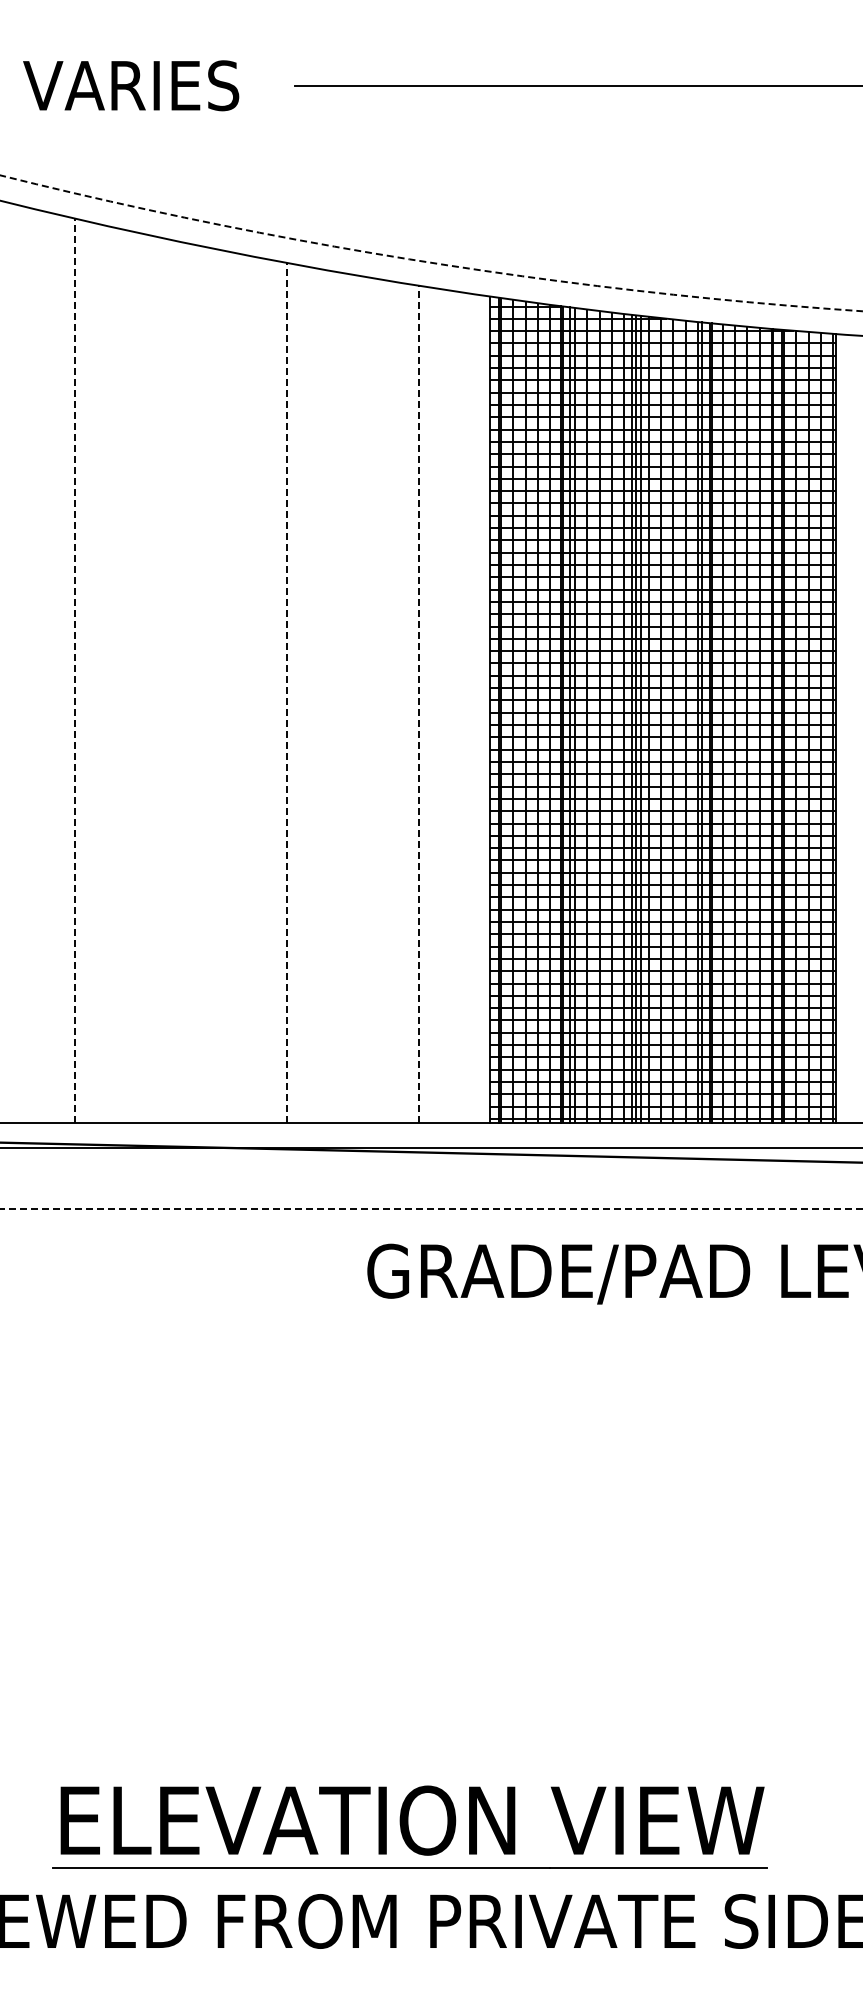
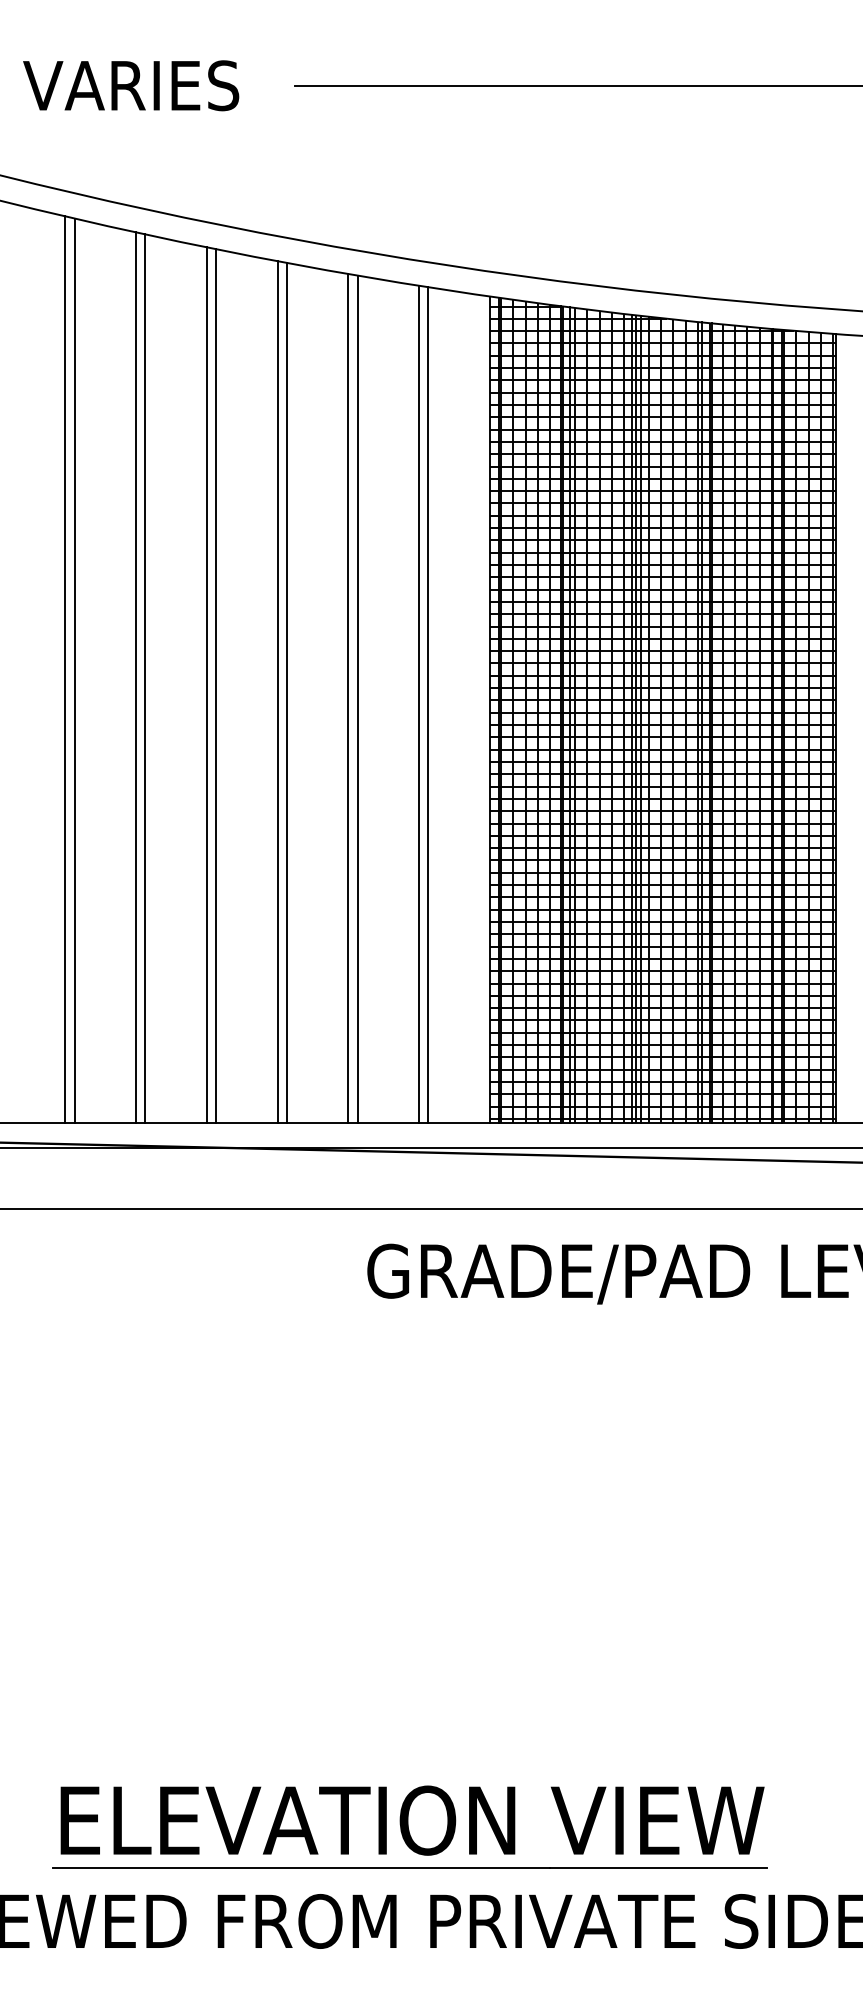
arc at (429, 262): dashed -> solid
line at (65, 669): none -> present
line at (74, 670): dashed -> solid
line at (136, 677): none -> present
line at (145, 678): none -> present
line at (206, 684): none -> present
line at (216, 685): none -> present
line at (277, 691): none -> present
line at (286, 692): dashed -> solid
line at (348, 698): none -> present
line at (357, 698): none -> present
line at (419, 704): dashed -> solid
line at (428, 704): none -> present
line at (431, 1209): dashed -> solid
